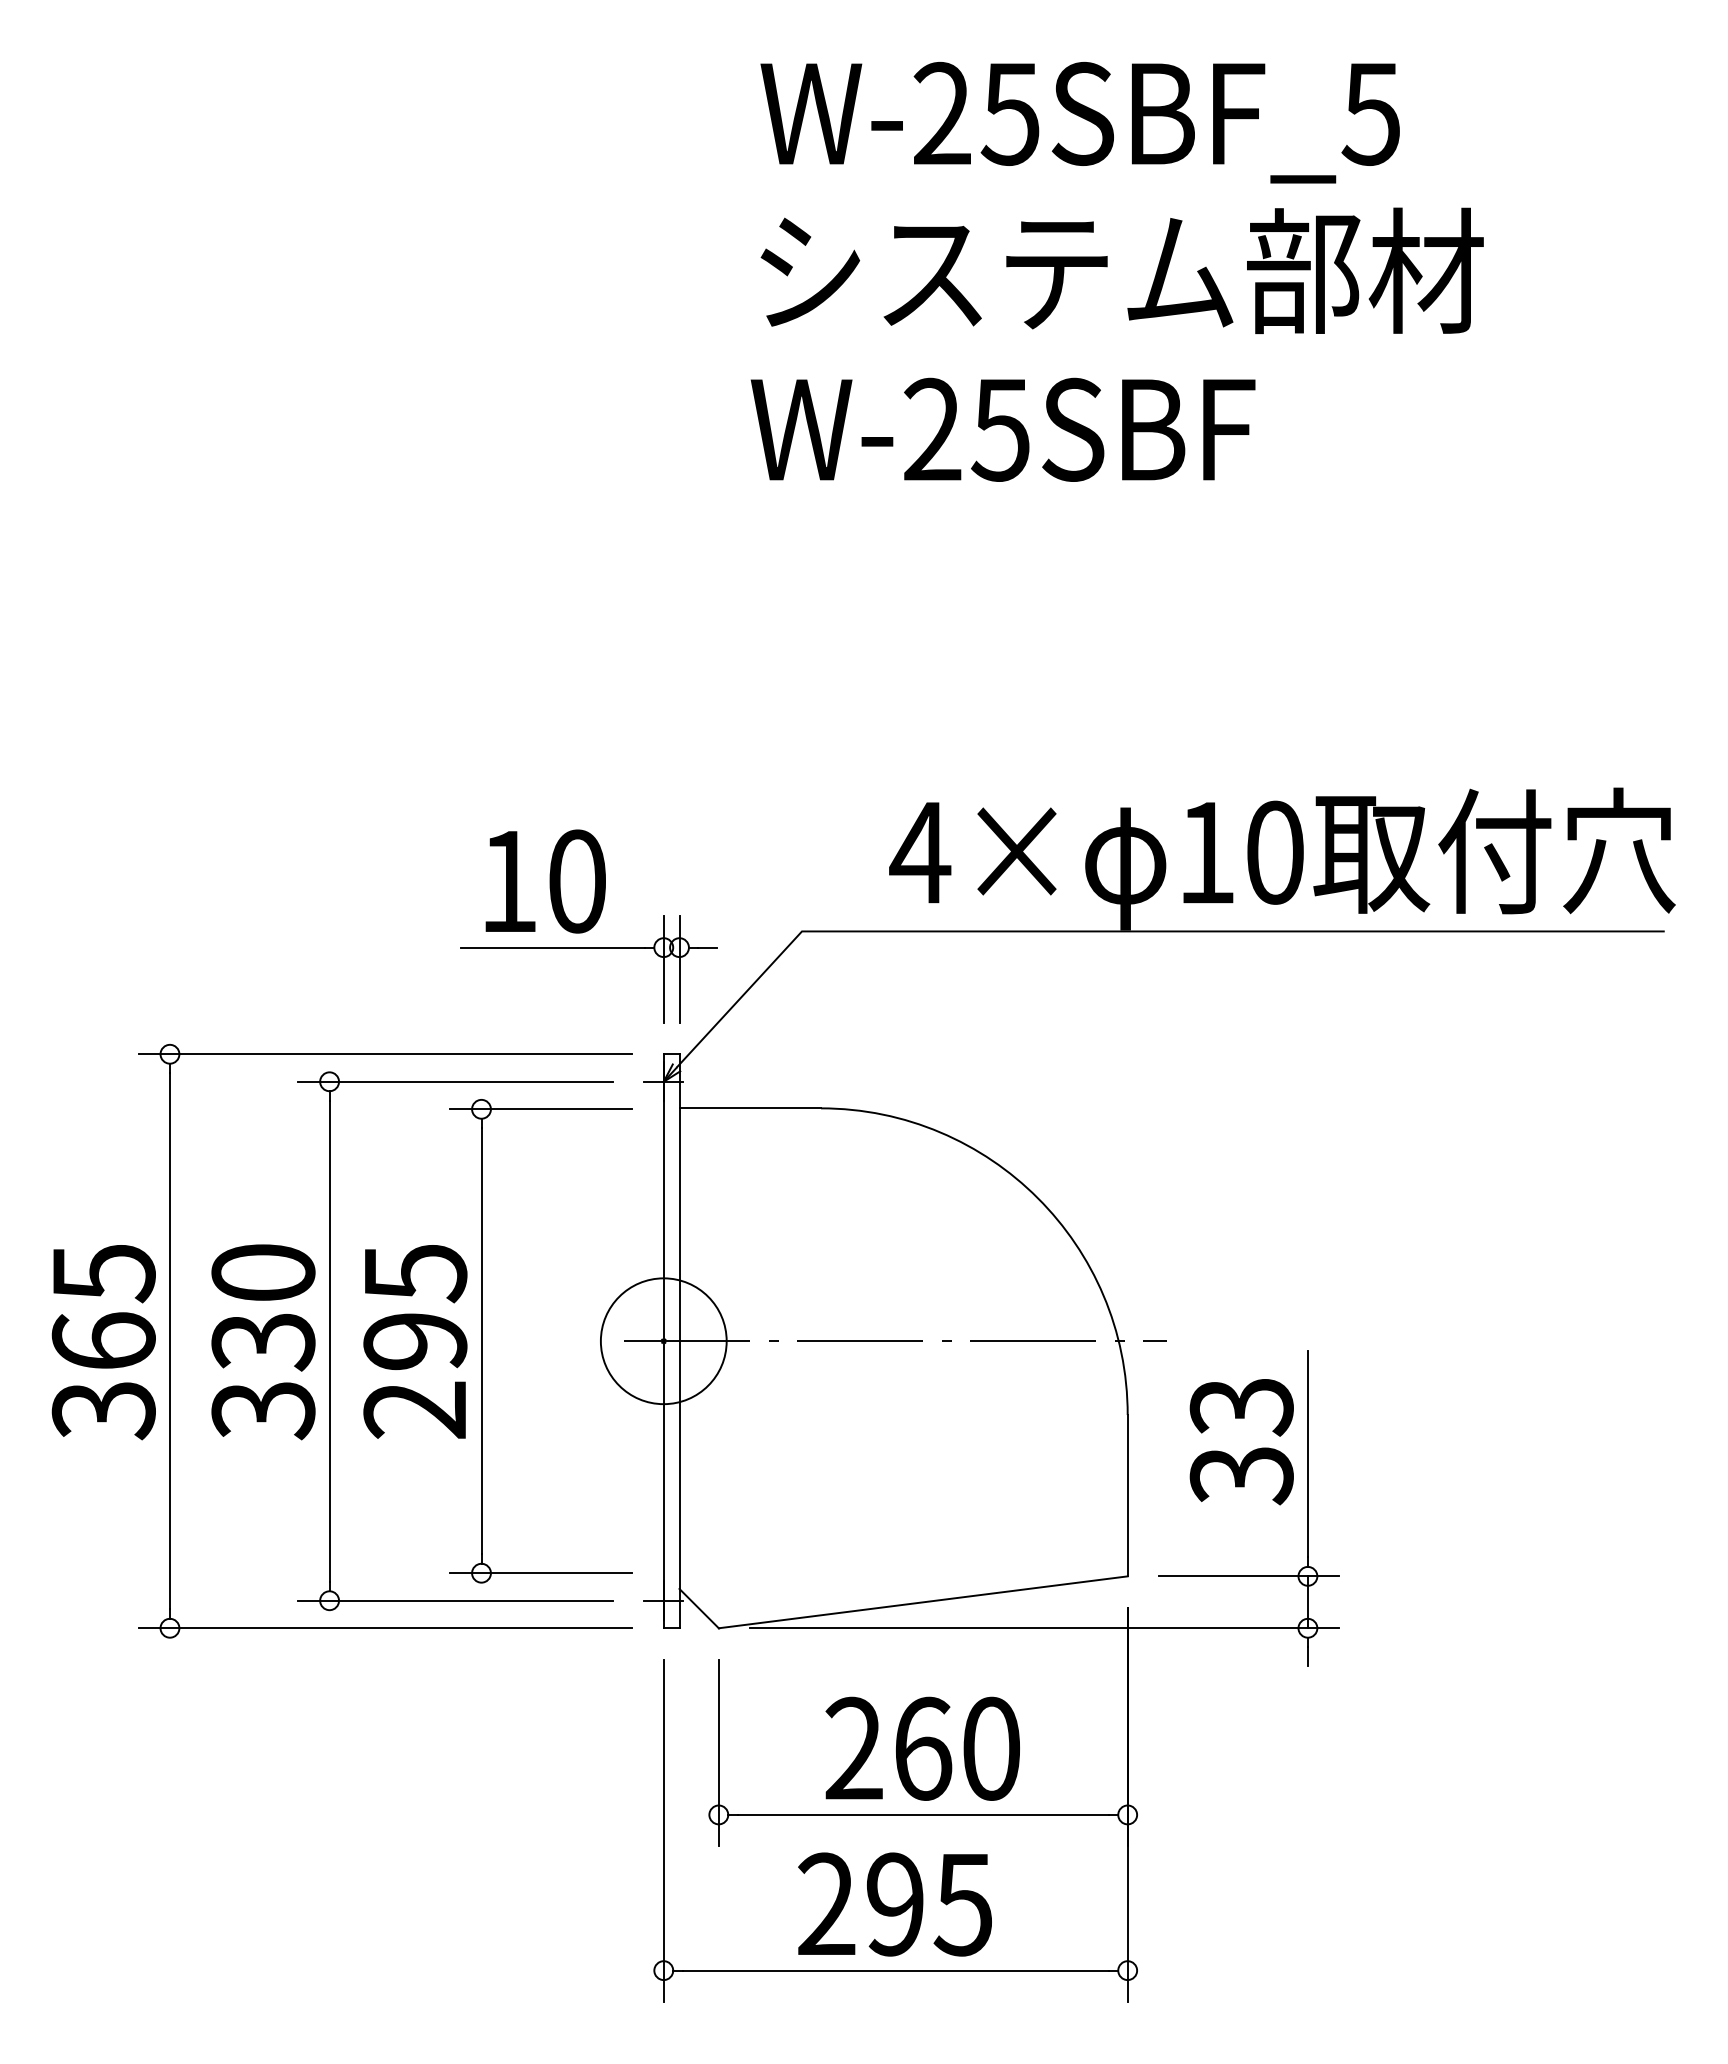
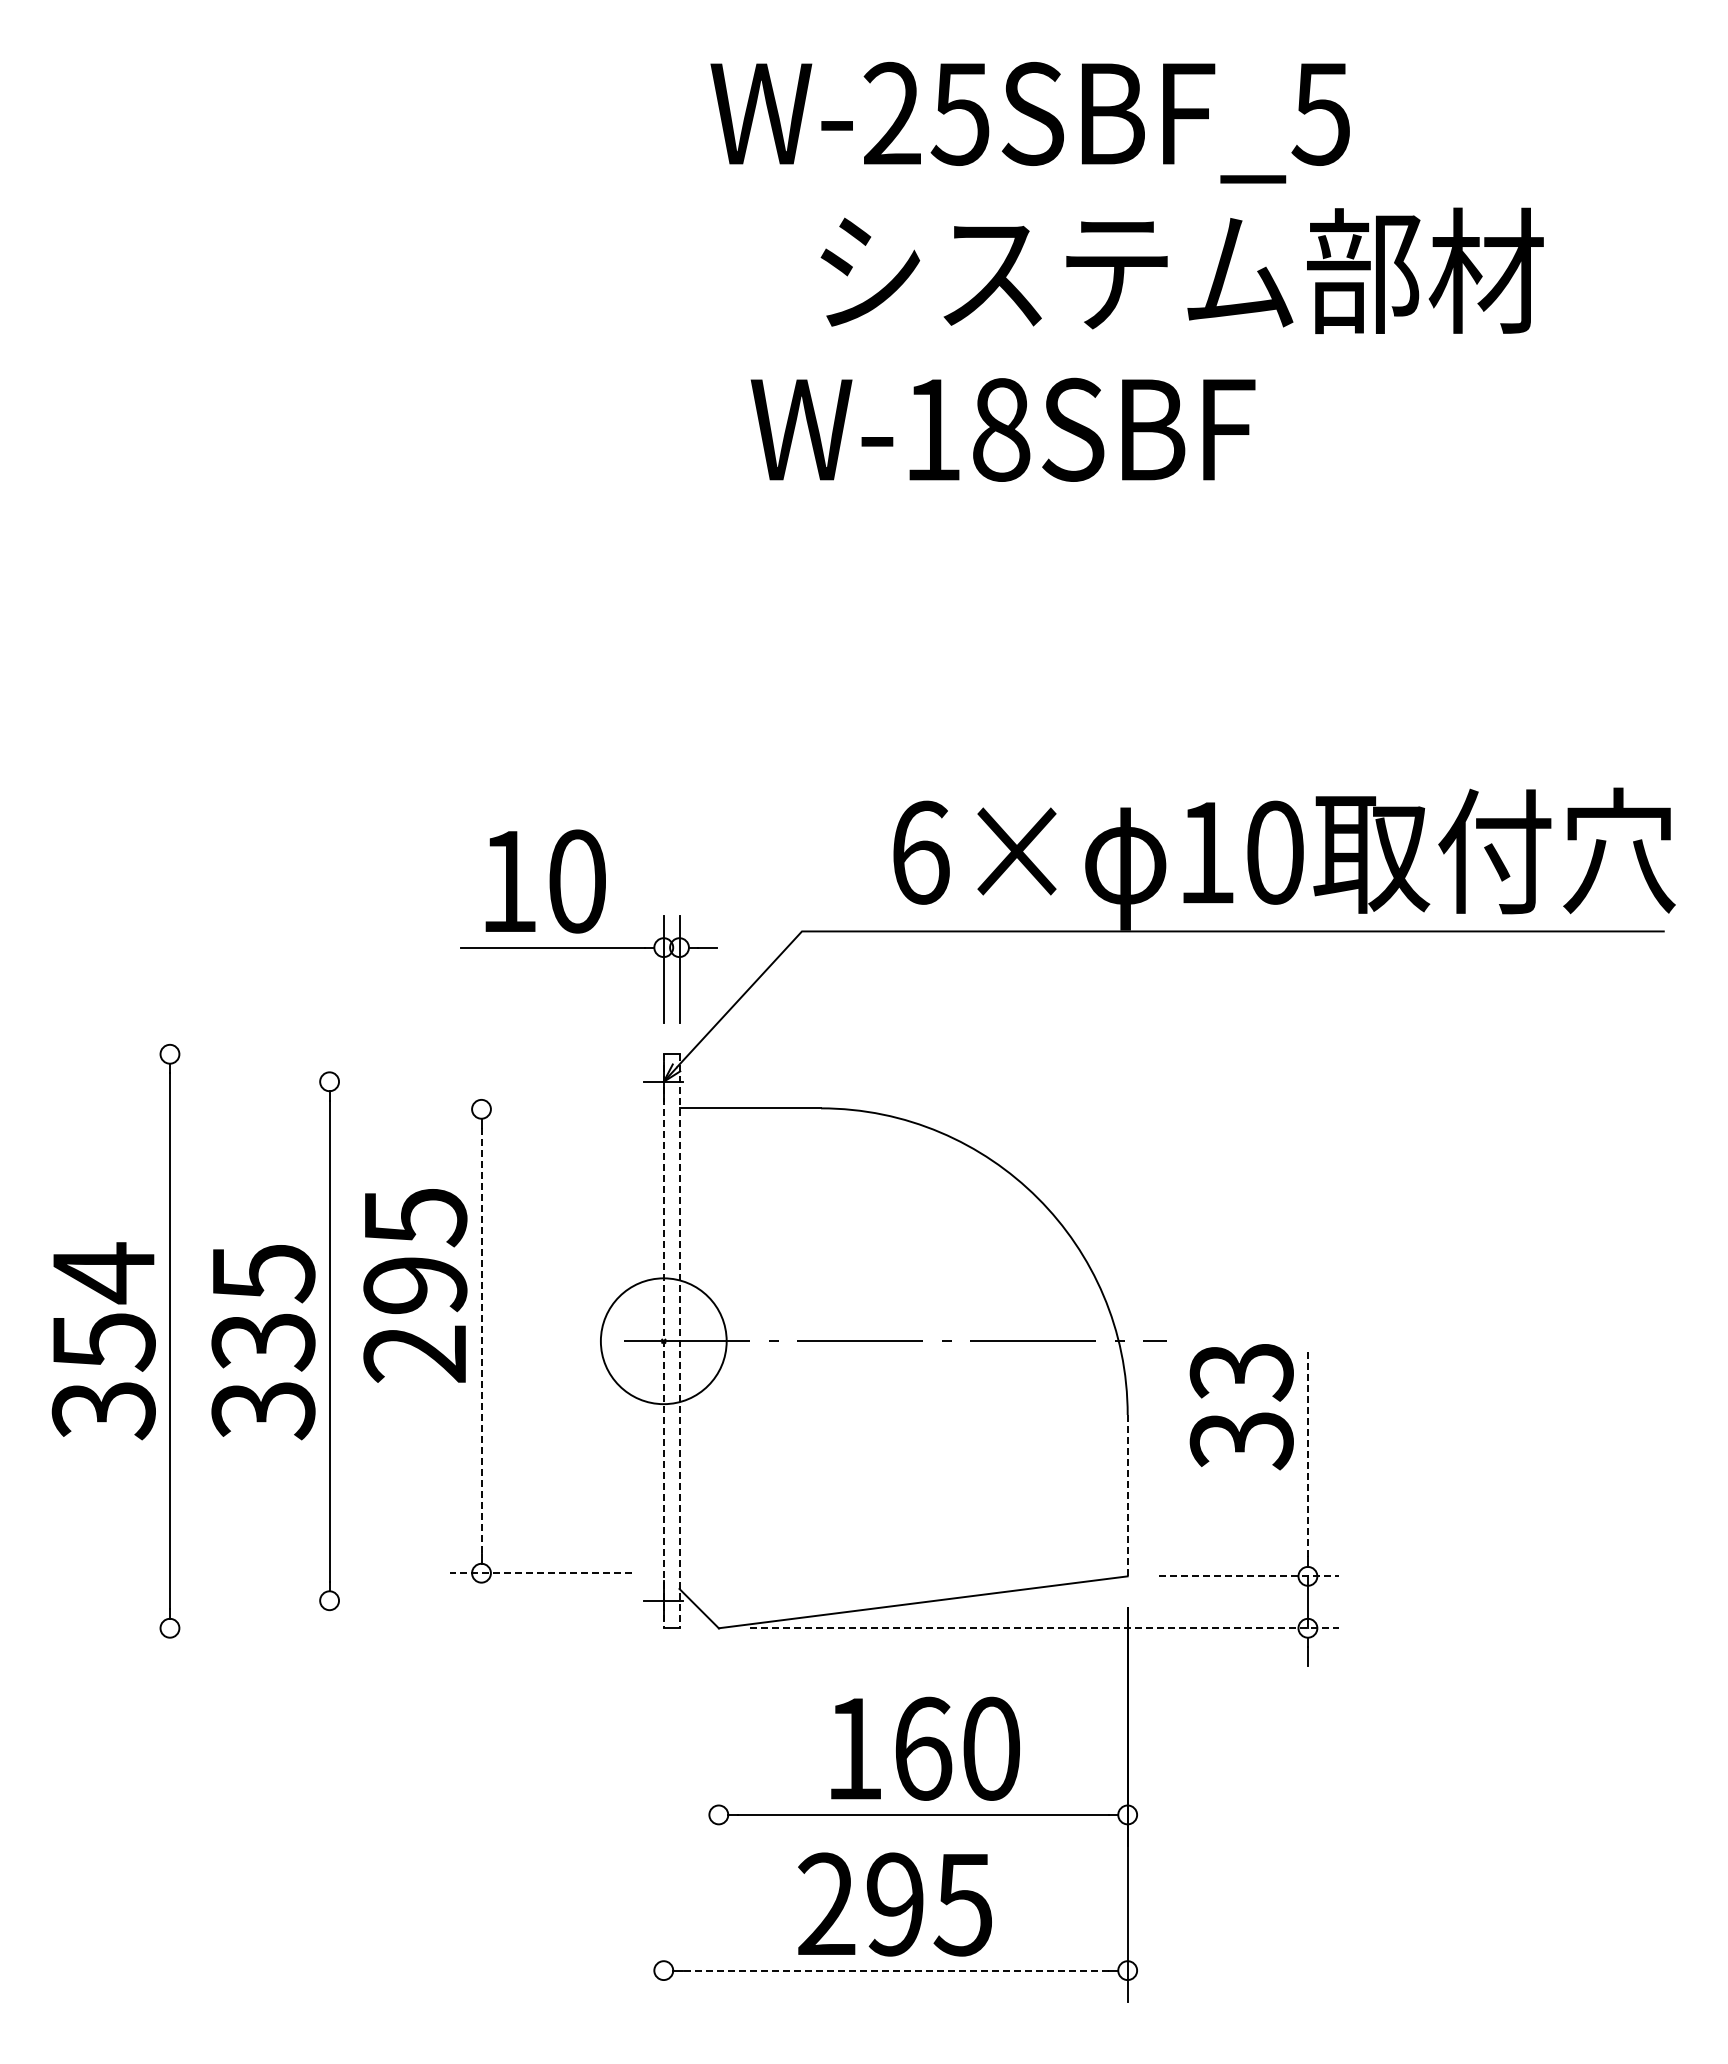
text at (1079, 122) position: (1079, 122) -> (1029, 122)
text at (1121, 270) position: (1121, 270) -> (1181, 270)
text at (967, 429): W-25SBF -> W-18SBF
text at (920, 852): 4× -> 6×
line at (385, 1054): present -> none
line at (455, 1081): present -> none
line at (541, 1109): present -> none
text at (263, 1273): 330 -> 335
text at (103, 1306): 365 -> 354
text at (415, 1341) position: (415, 1341) -> (415, 1285)
line at (481, 1341): solid -> dashed
line at (663, 1341): solid -> dashed
line at (679, 1341): solid -> dashed
text at (1241, 1442) position: (1241, 1442) -> (1241, 1407)
line at (1307, 1453): solid -> dashed
line at (1127, 1495): solid -> dashed
line at (540, 1573): solid -> dashed
line at (1249, 1576): solid -> dashed
line at (455, 1600): present -> none
line at (385, 1628): present -> none
line at (1044, 1628): solid -> dashed
text at (853, 1747): 260 -> 160
line at (718, 1752): present -> none
line at (663, 1830): present -> none
line at (895, 1970): solid -> dashed
